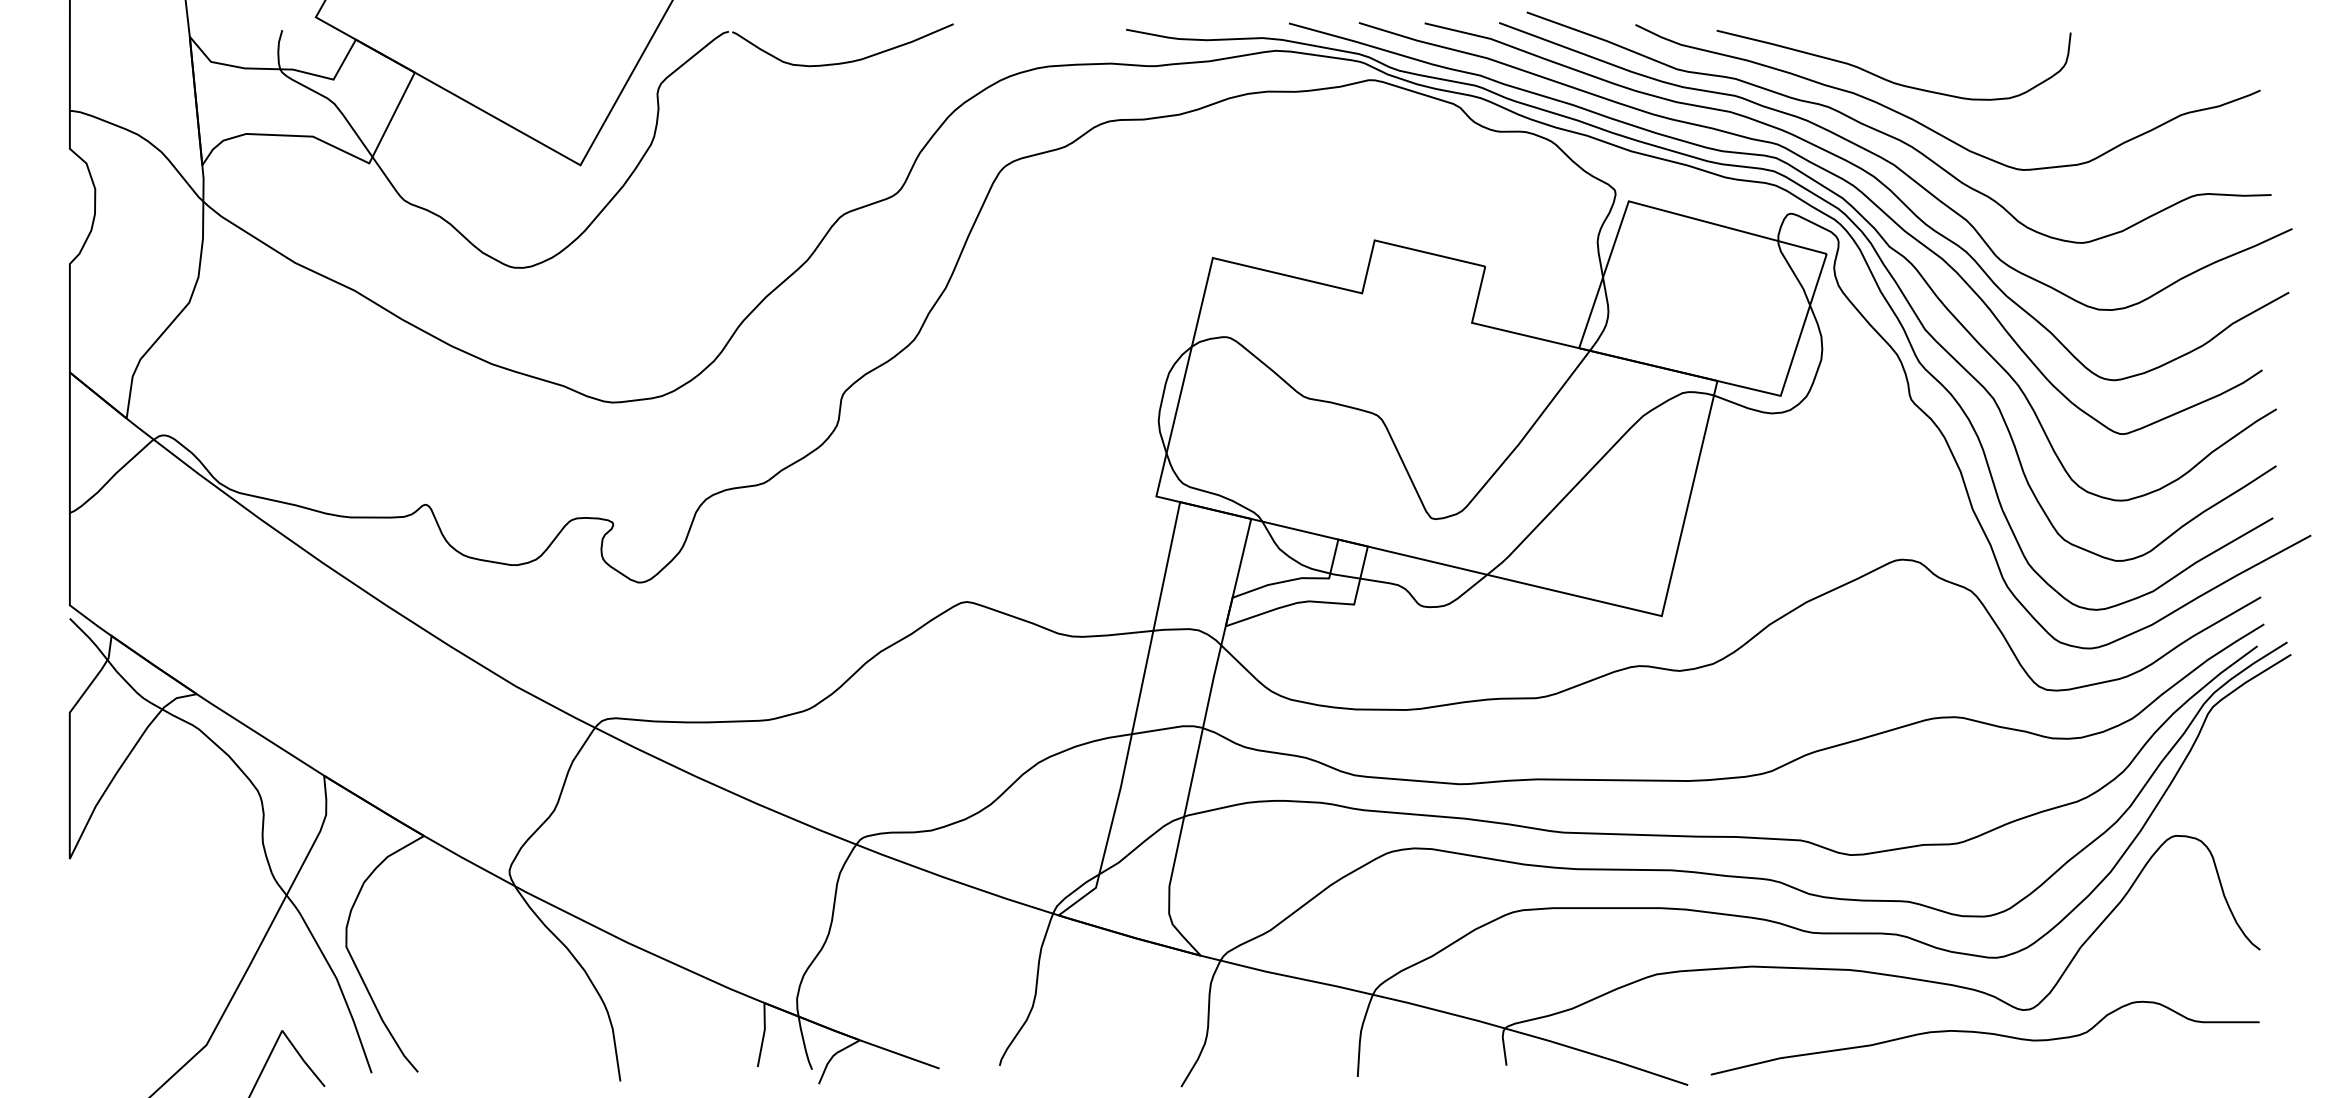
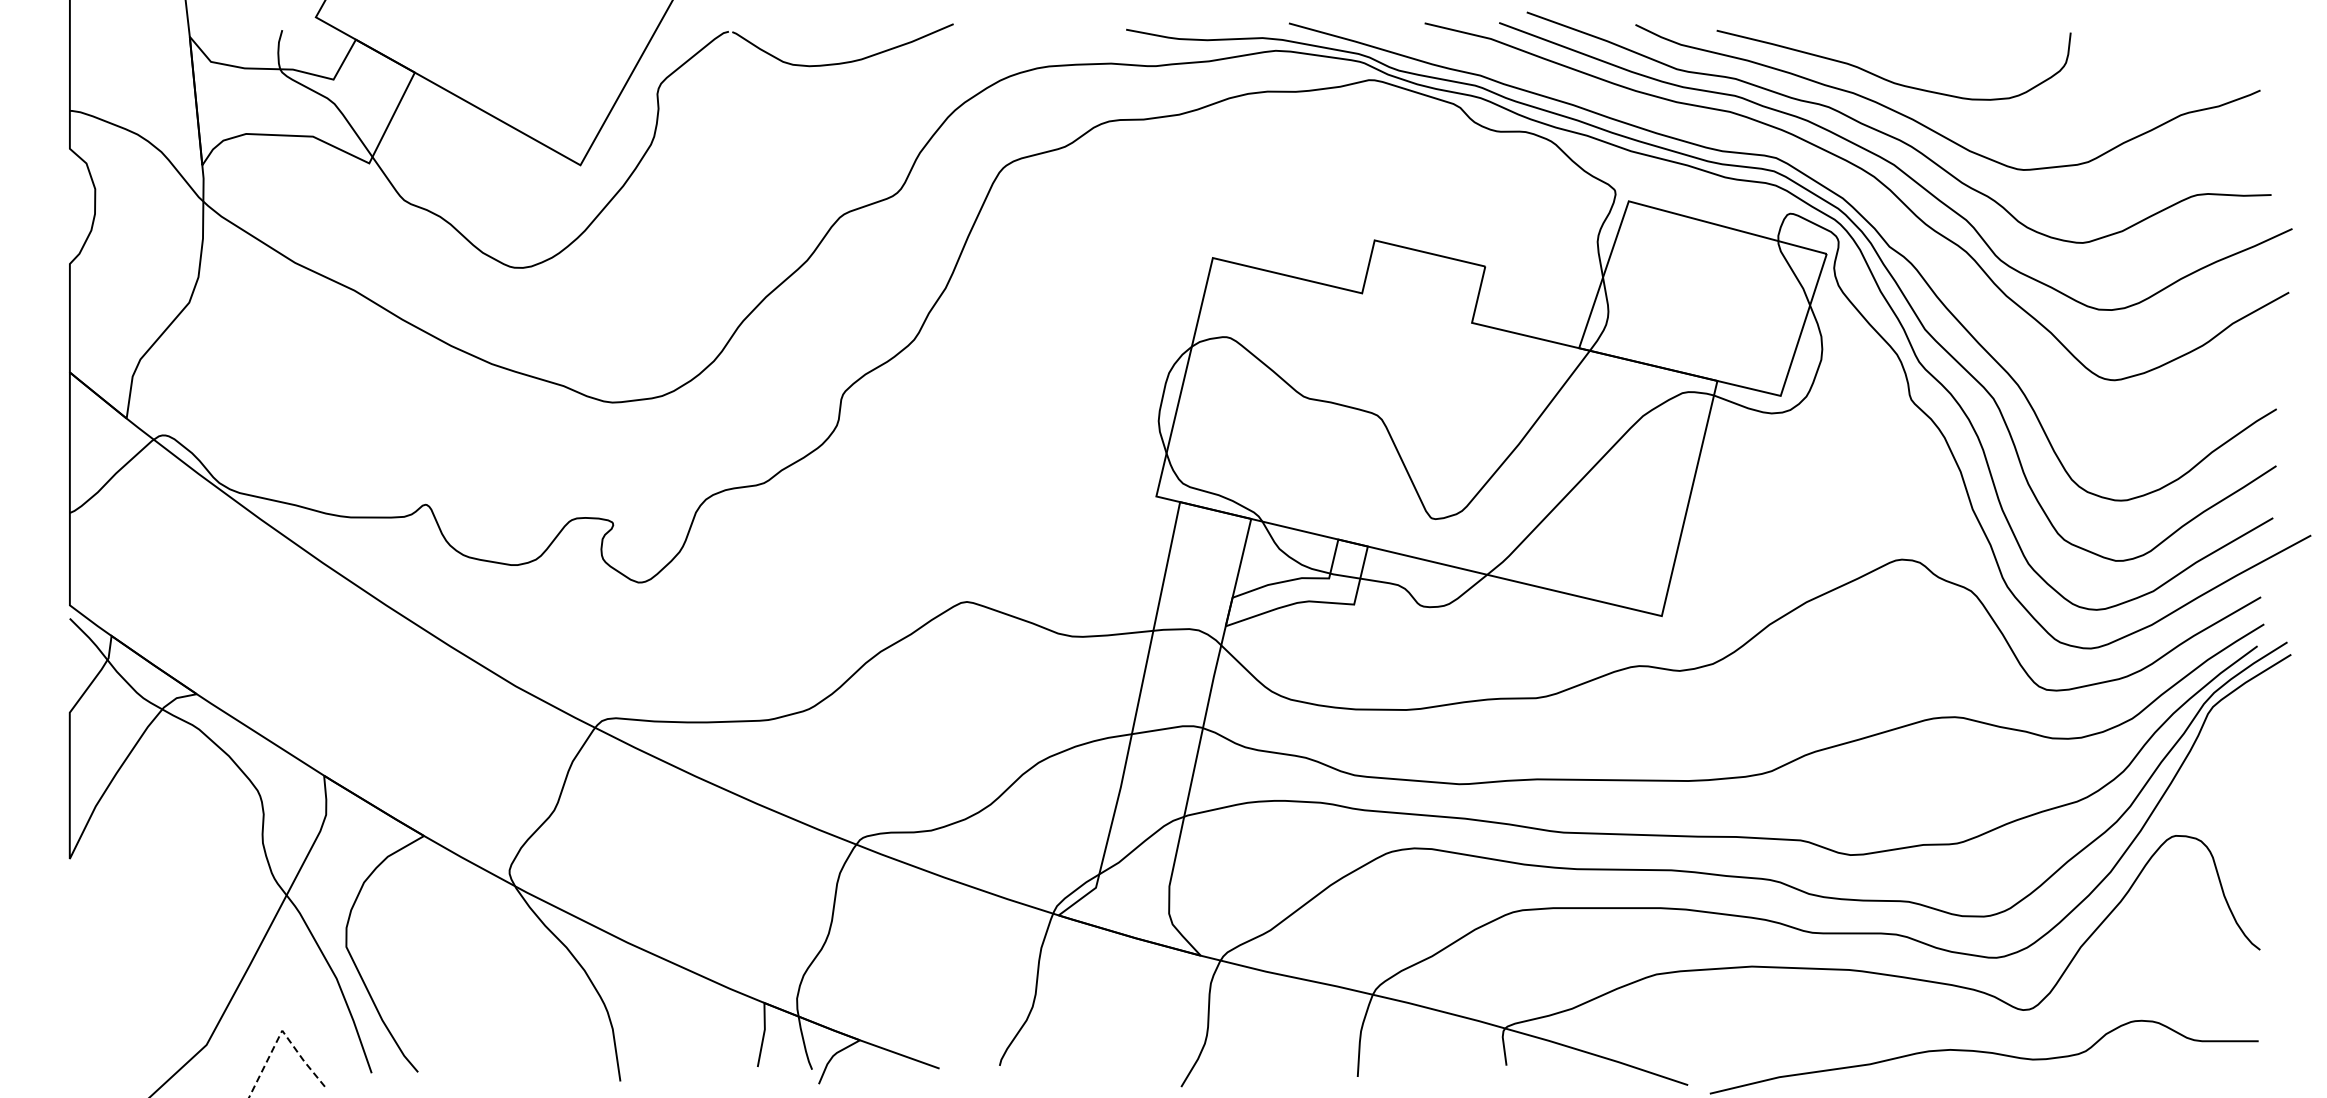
curve at (1842, 180): present -> none
line at (281, 1031): solid -> dashed
curve at (1985, 1034) position: (1985, 1034) -> (1984, 1053)
